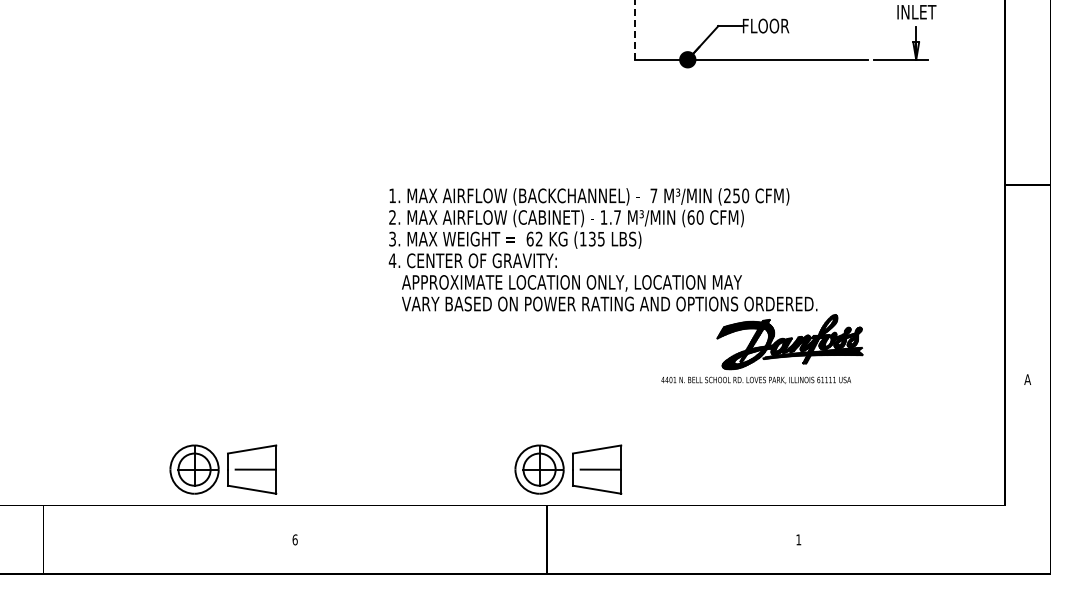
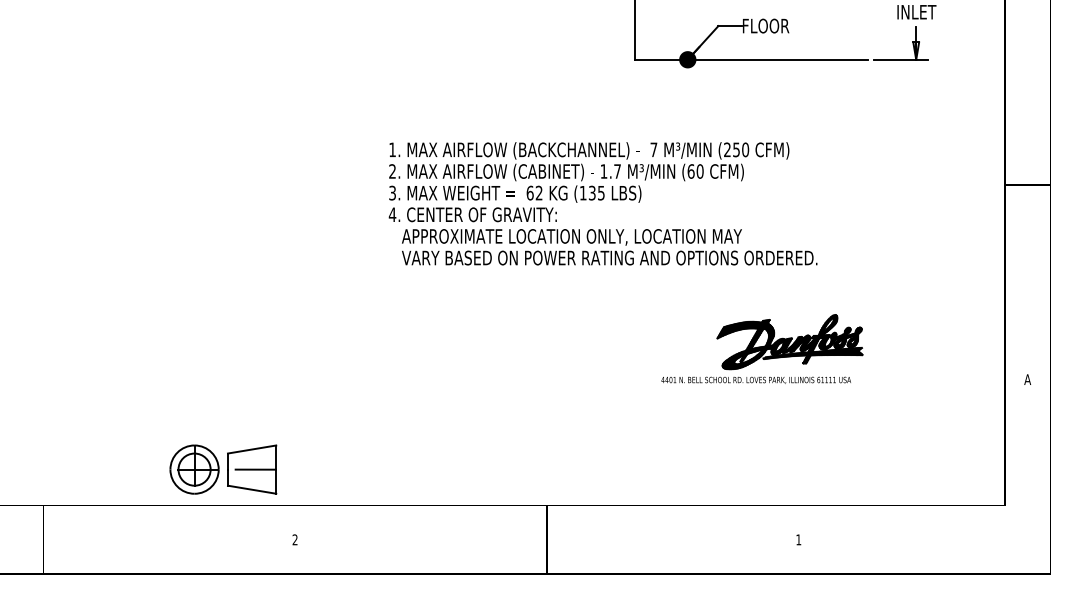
line at (635, 29): dashed -> solid
text at (602, 249) position: (602, 249) -> (602, 203)
part at (568, 469): present -> none
text at (294, 539): 6 -> 2
